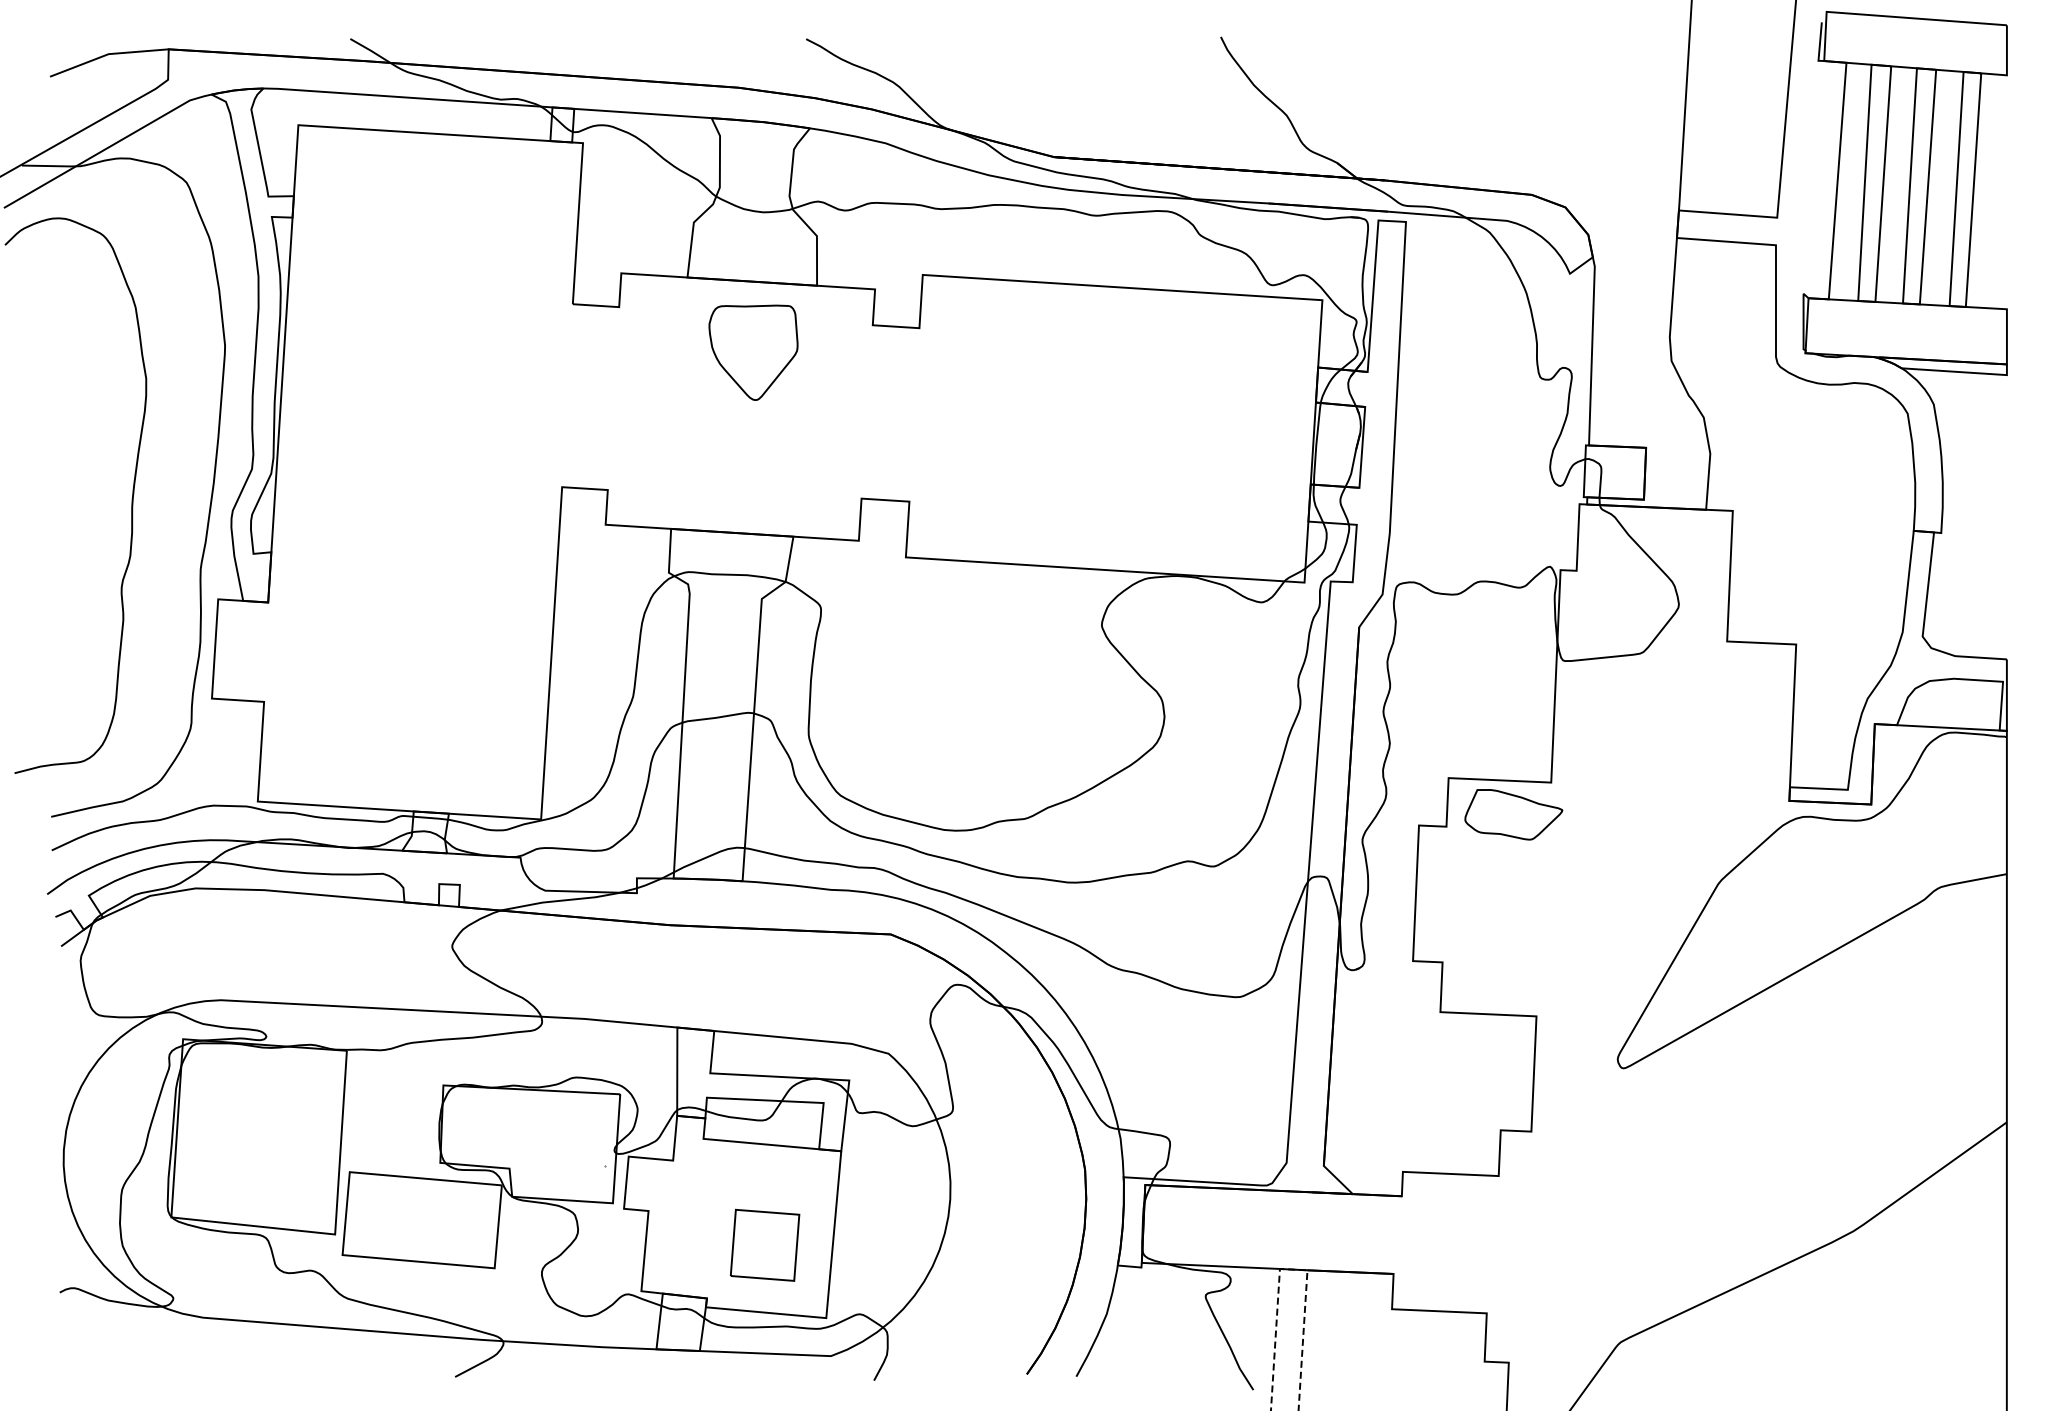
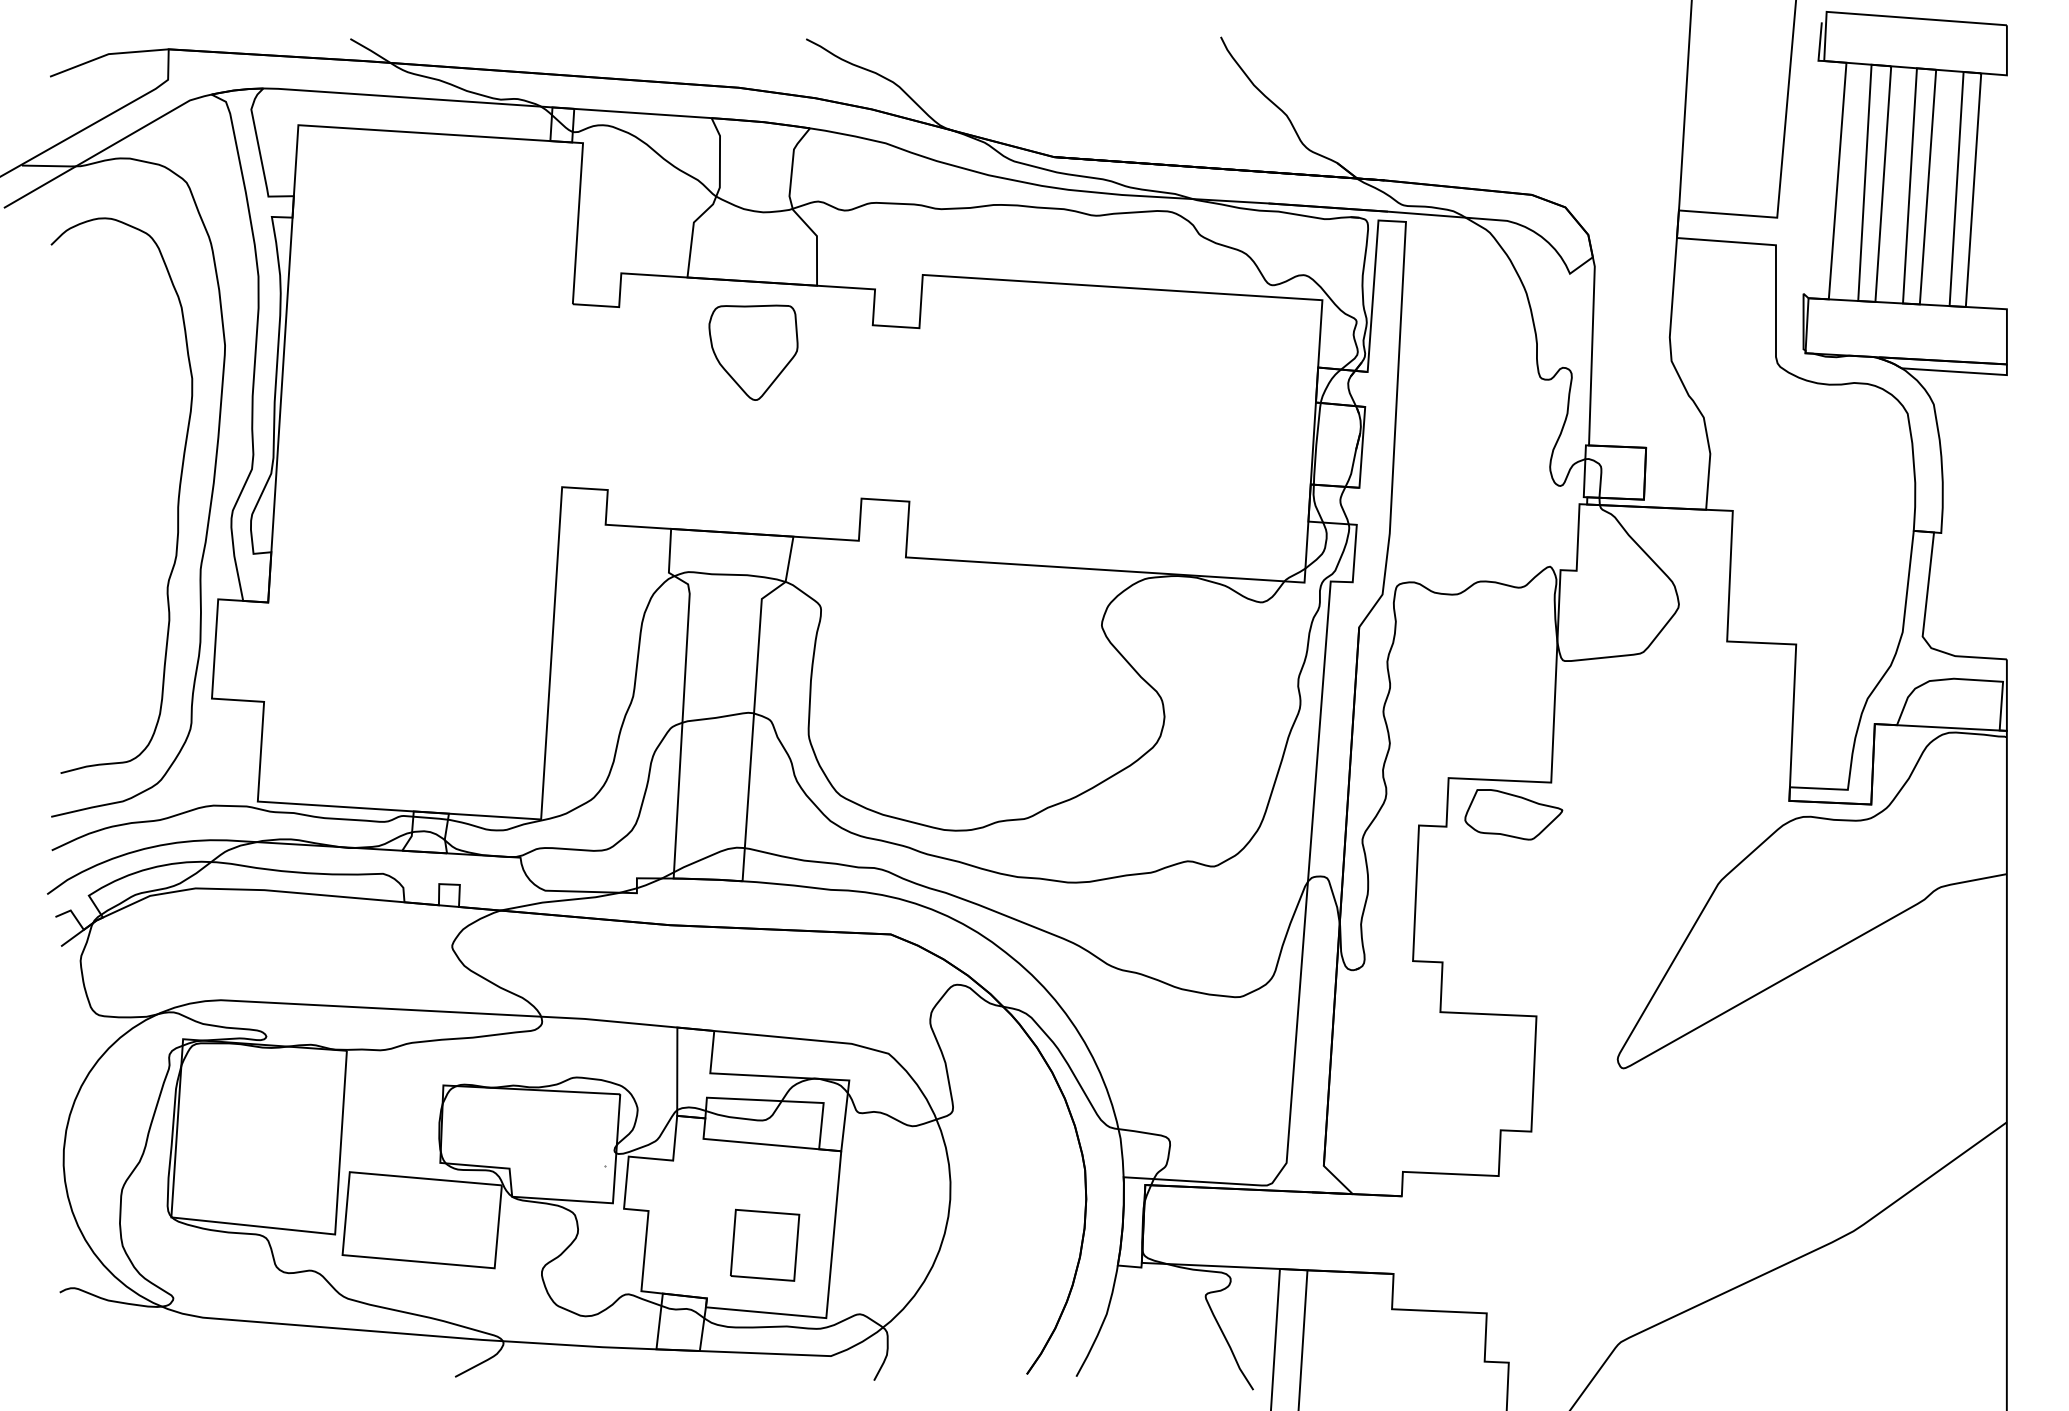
curve at (131, 498) position: (131, 498) -> (177, 498)
line at (1293, 1269): dashed -> solid
